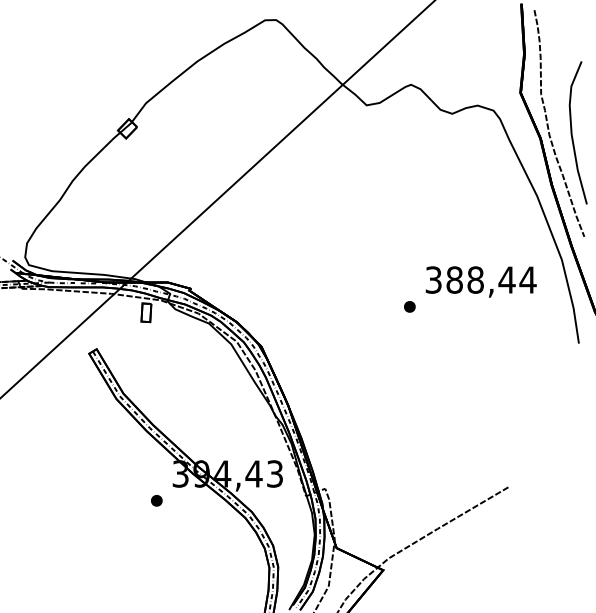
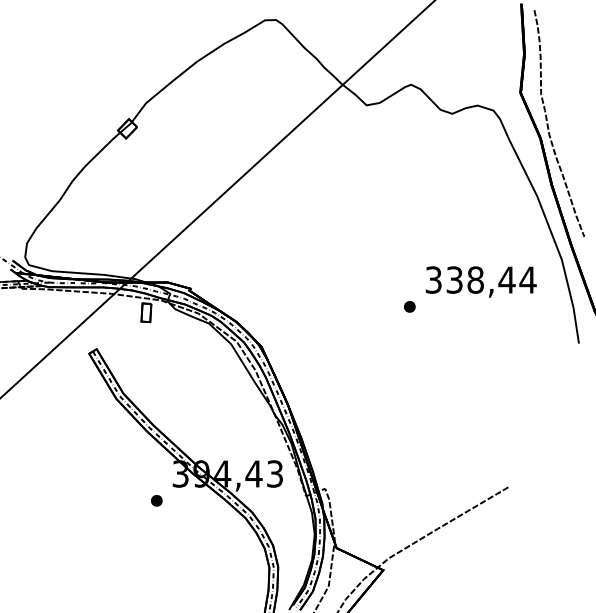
curve at (572, 132): present -> none
text at (454, 279): 388,44 -> 338,44
